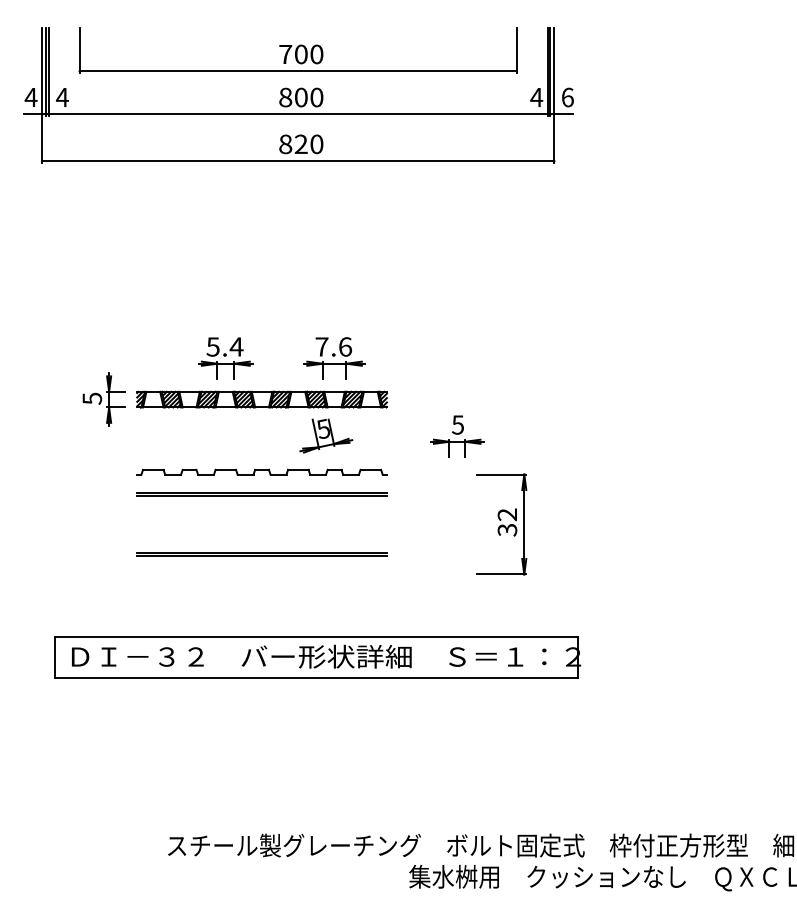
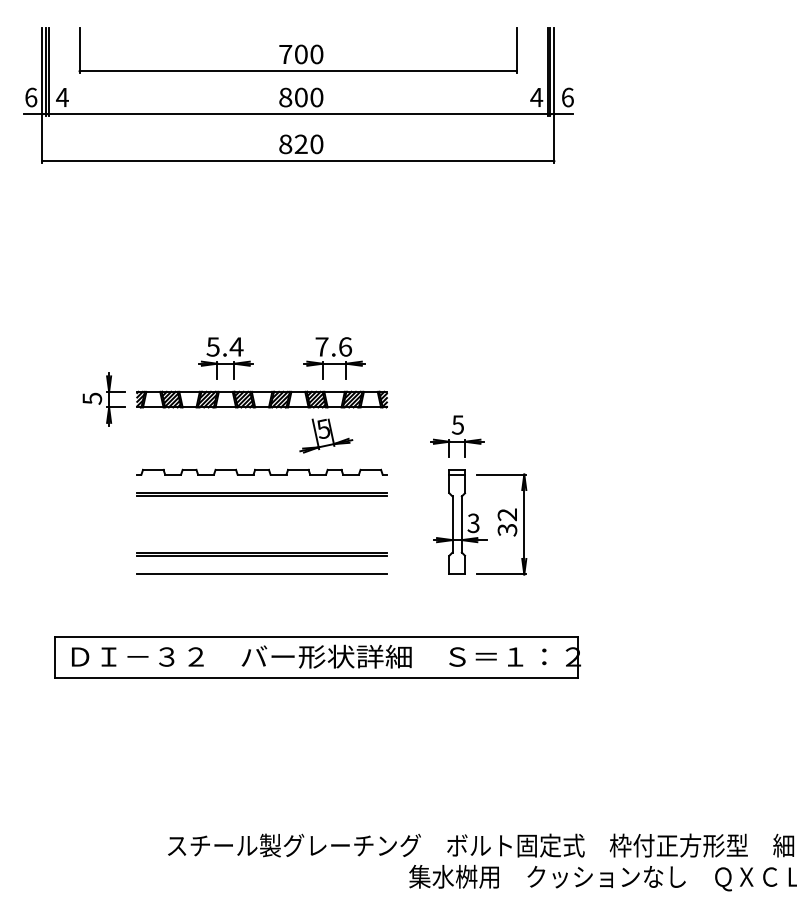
text at (30, 97): 4 -> 6
part at (460, 521): none -> present
line at (261, 574): none -> present
